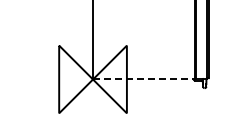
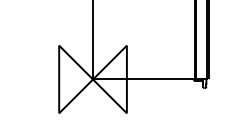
line at (143, 79): dashed -> solid
